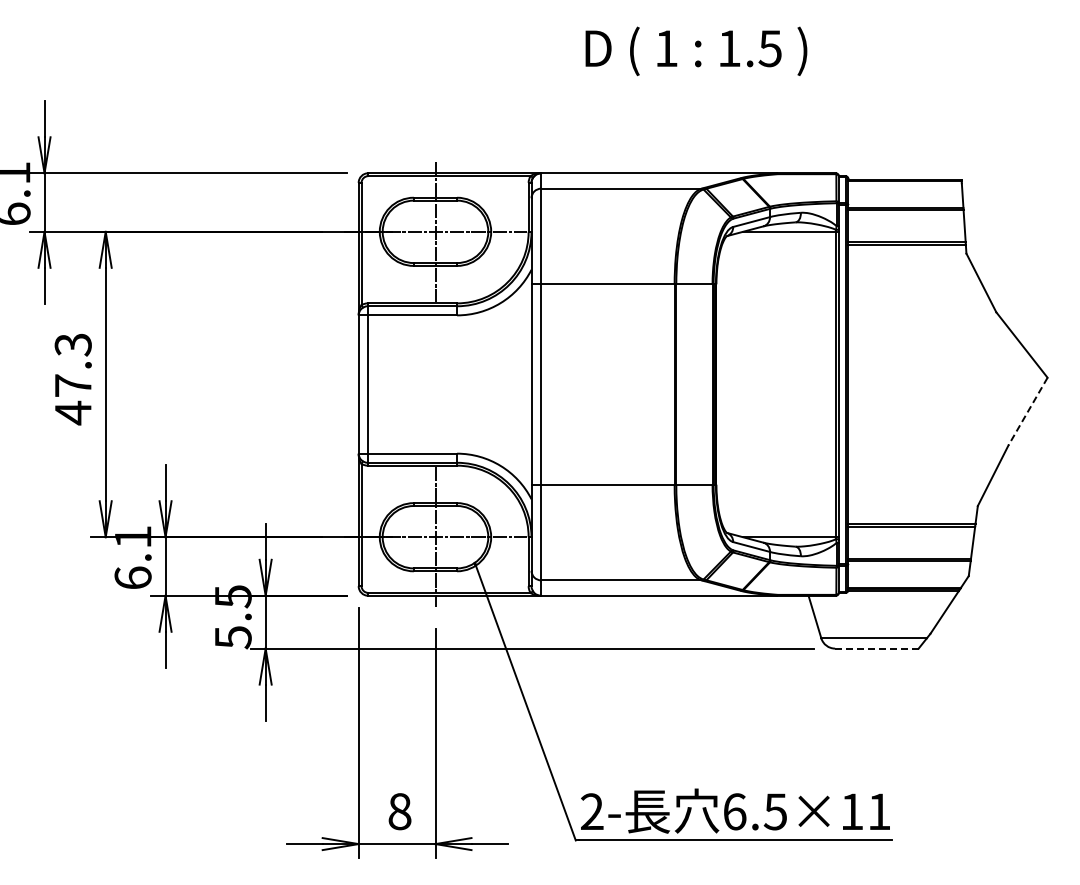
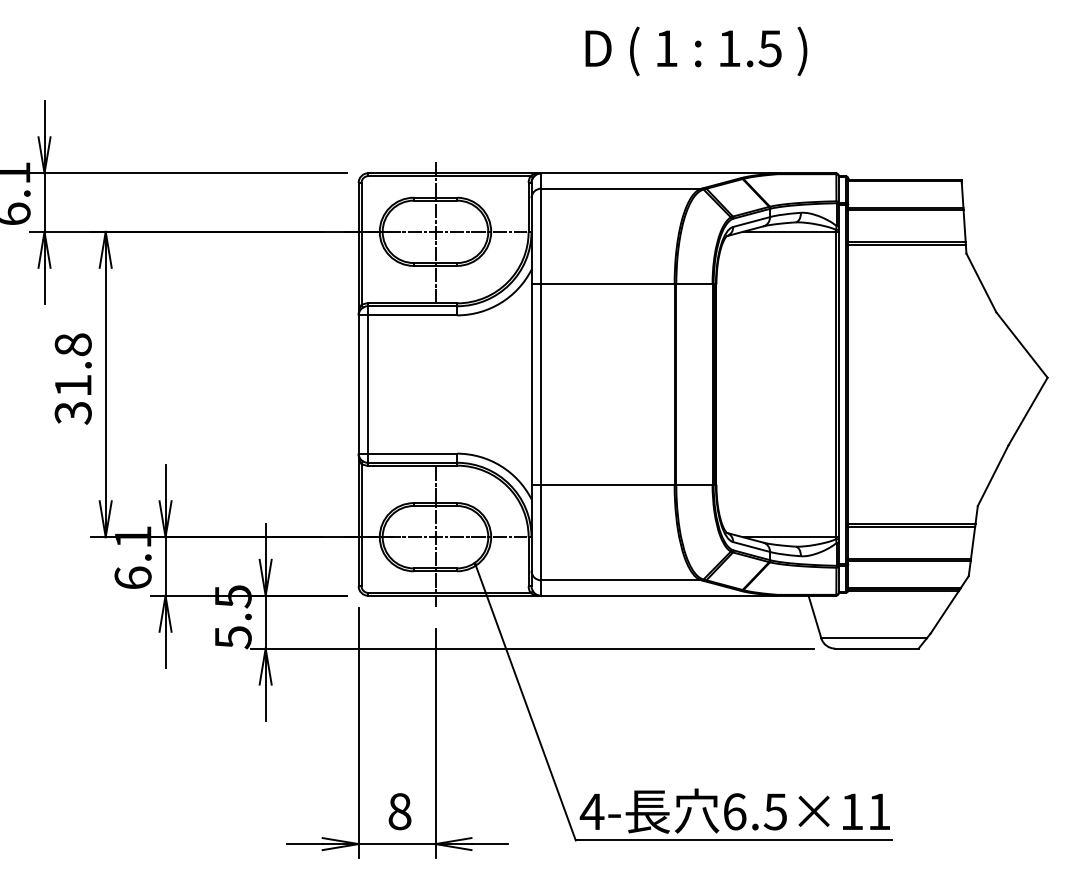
text at (72, 379): 47.3 -> 31.8
line at (1027, 411): dashed -> solid
line at (876, 648): dashed -> solid
text at (591, 811): 2- -> 4-
